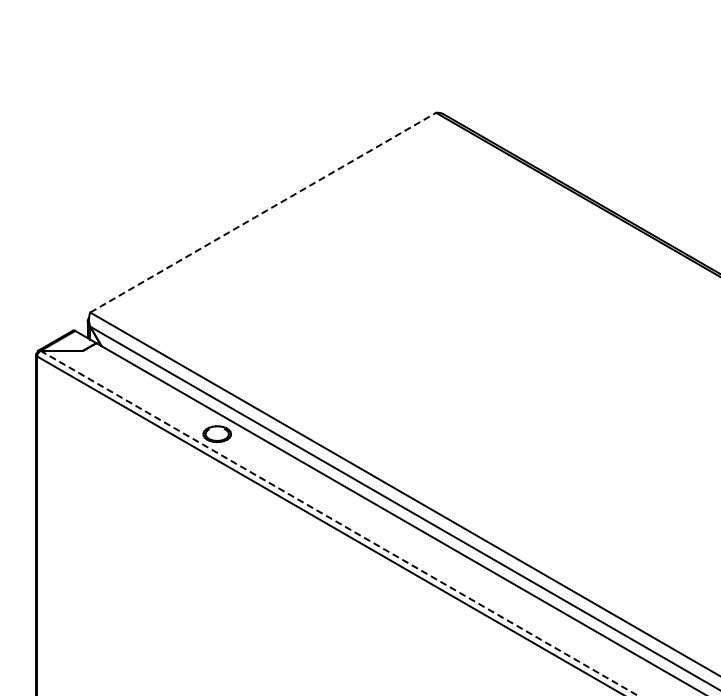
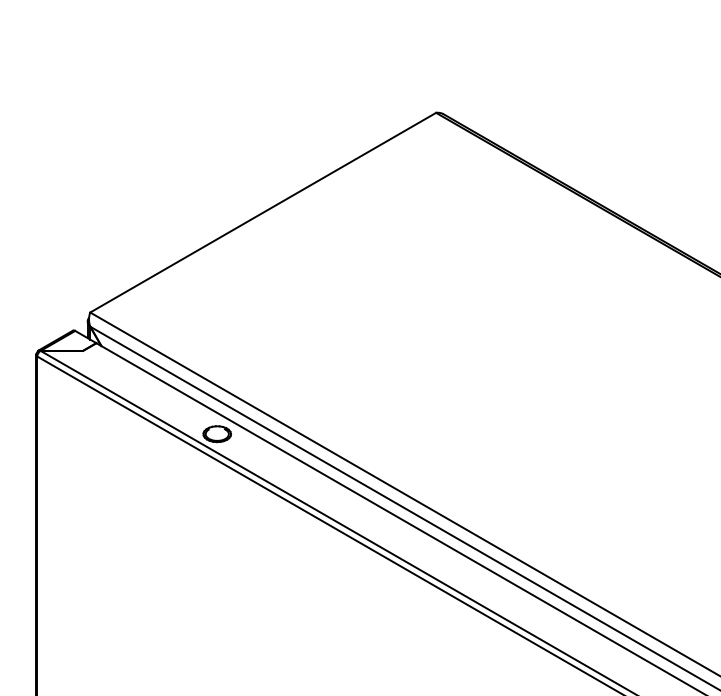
line at (263, 212): dashed -> solid
line at (339, 523): dashed -> solid
